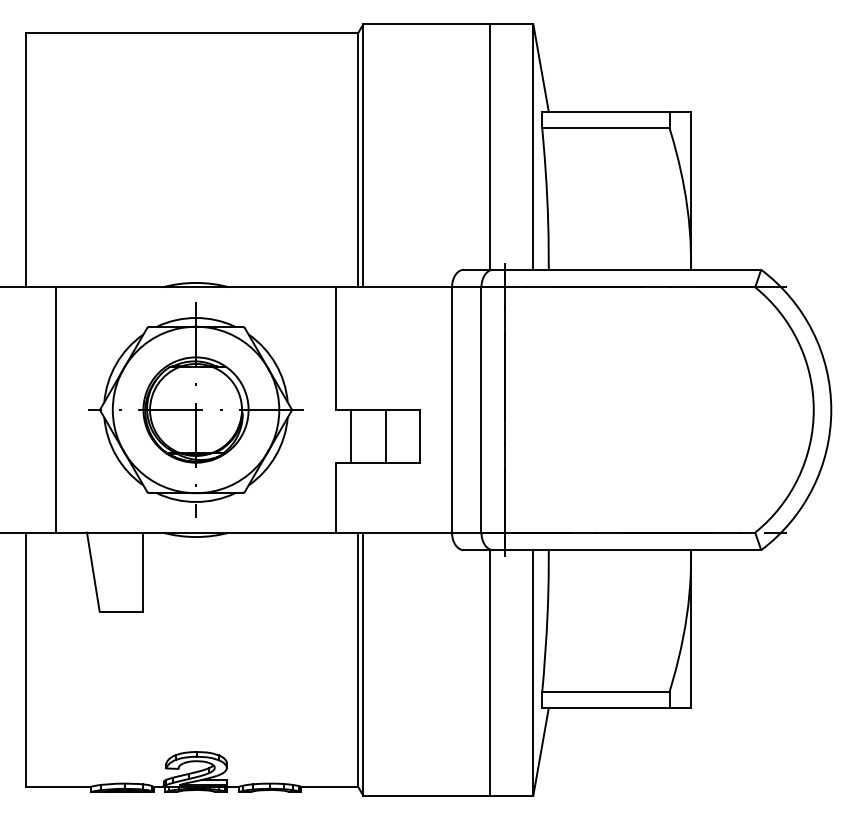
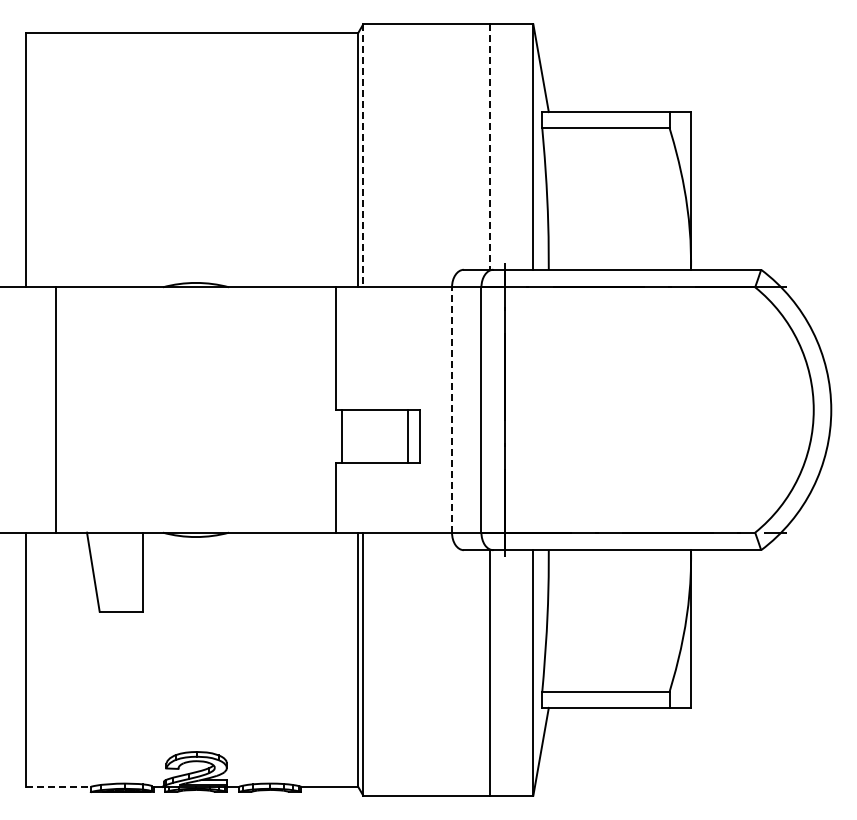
line at (489, 147): solid -> dashed
line at (363, 156): solid -> dashed
part at (195, 409): present -> none
line at (452, 410): solid -> dashed
line at (351, 436) position: (351, 436) -> (342, 436)
line at (386, 436) position: (386, 436) -> (408, 436)
line at (58, 786): solid -> dashed
